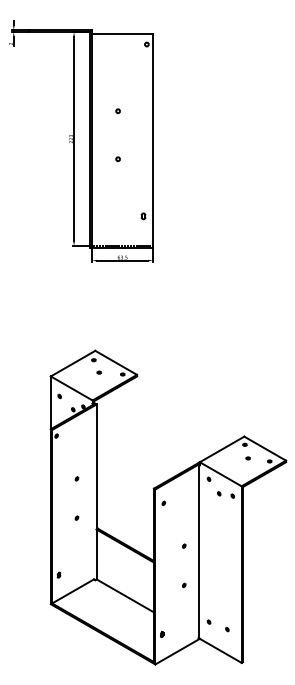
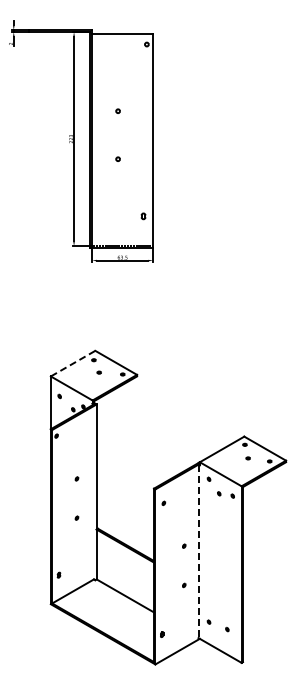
line at (73, 363): solid -> dashed
line at (198, 551): solid -> dashed
